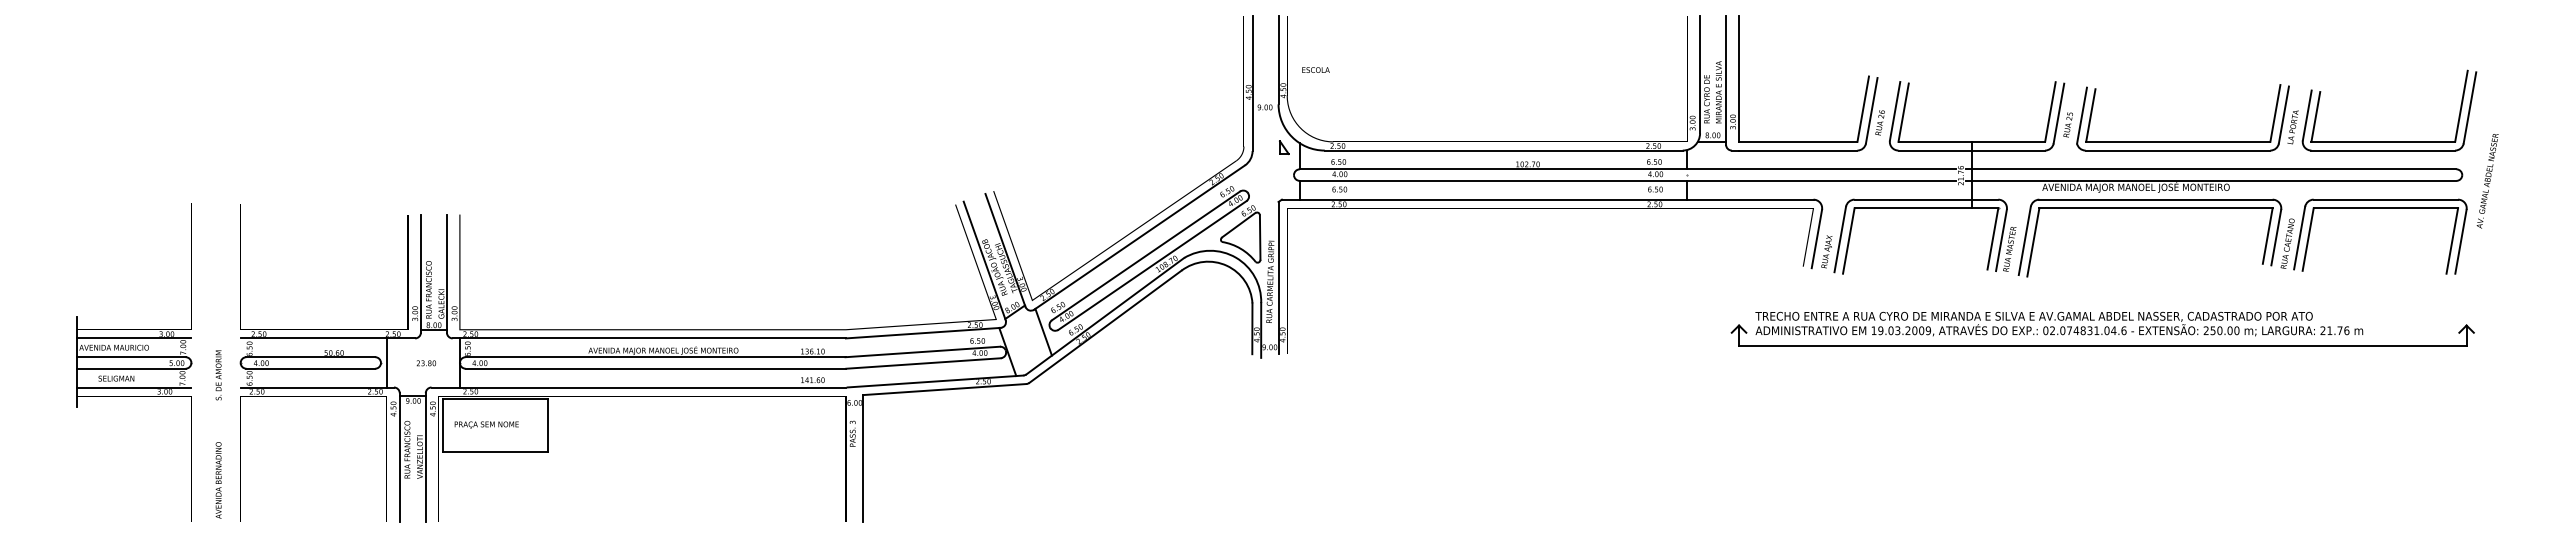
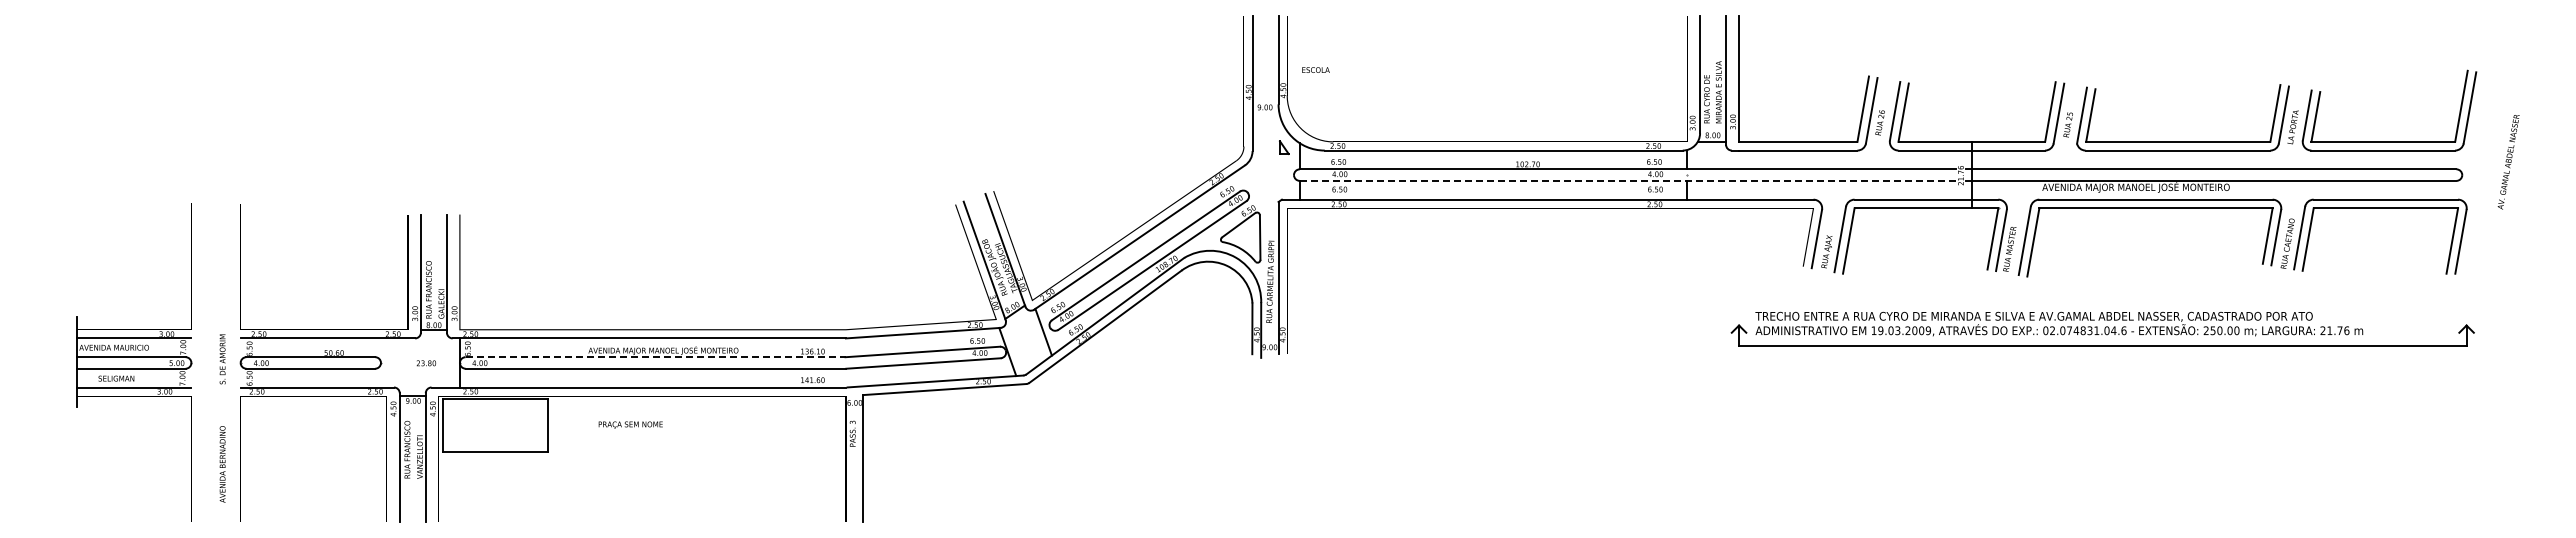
line at (1628, 180): solid -> dashed
text at (2487, 181) position: (2487, 181) -> (2508, 162)
line at (656, 357): solid -> dashed
line at (386, 362): present -> none
text at (486, 424) position: (486, 424) -> (630, 424)
text at (218, 434) position: (218, 434) -> (222, 418)
